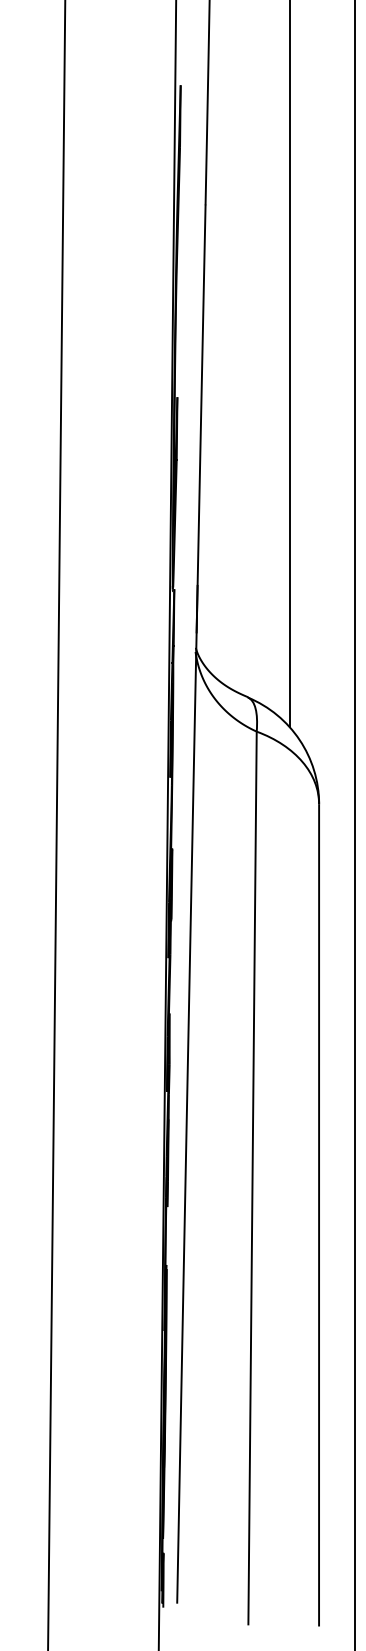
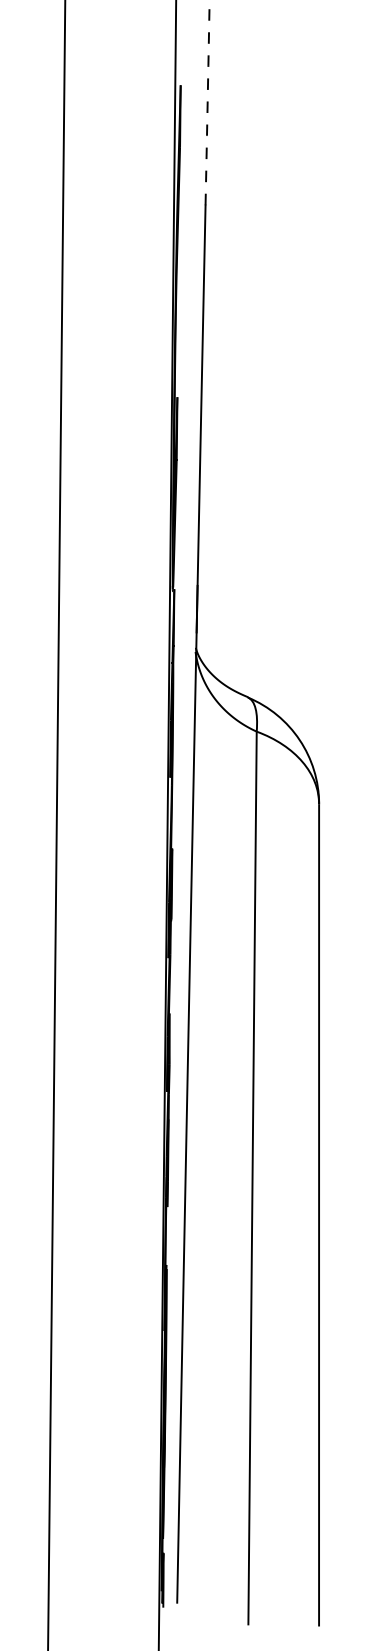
line at (207, 102): solid -> dashed
line at (289, 364): present -> none
line at (355, 824): present -> none
